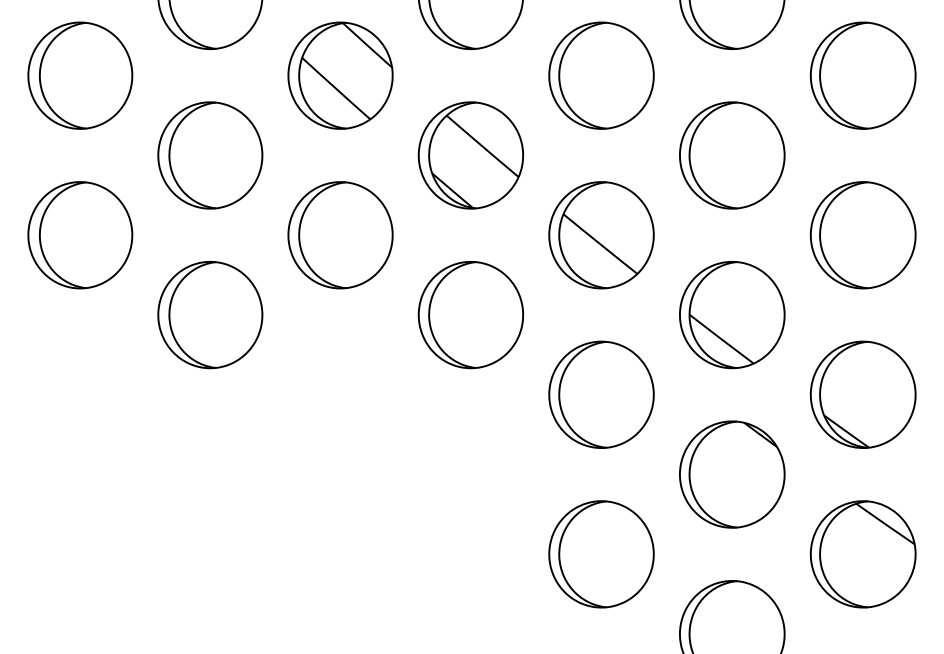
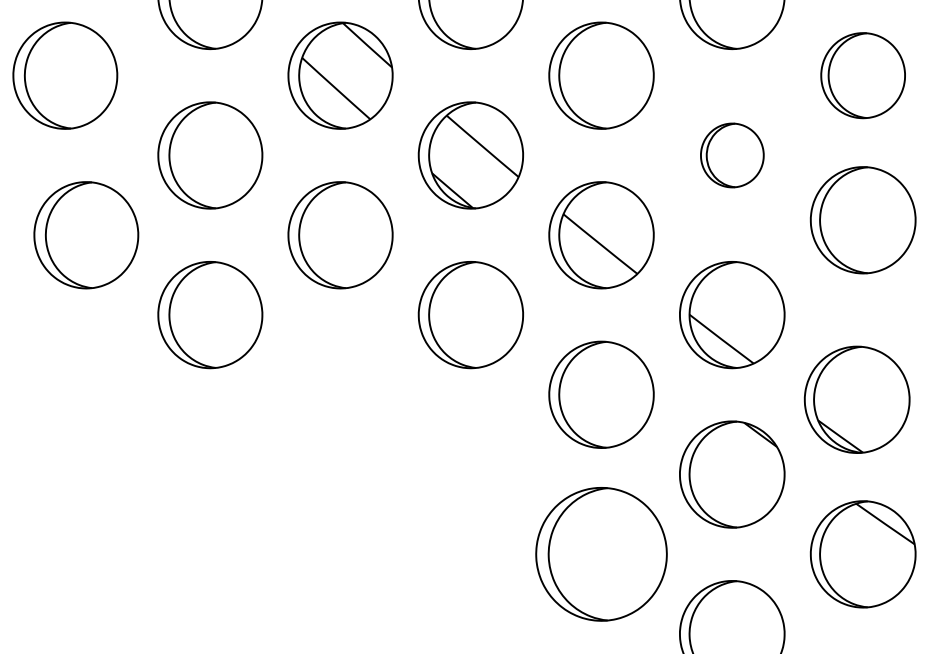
part at (80, 75) position: (80, 75) -> (65, 75)
part at (862, 75) size: 108x109 px -> 86x88 px
part at (732, 155) size: 107x109 px -> 65x67 px
part at (80, 235) position: (80, 235) -> (86, 235)
part at (862, 235) position: (862, 235) -> (862, 220)
part at (862, 394) position: (862, 394) -> (856, 399)
part at (601, 554) size: 107x109 px -> 133x135 px
